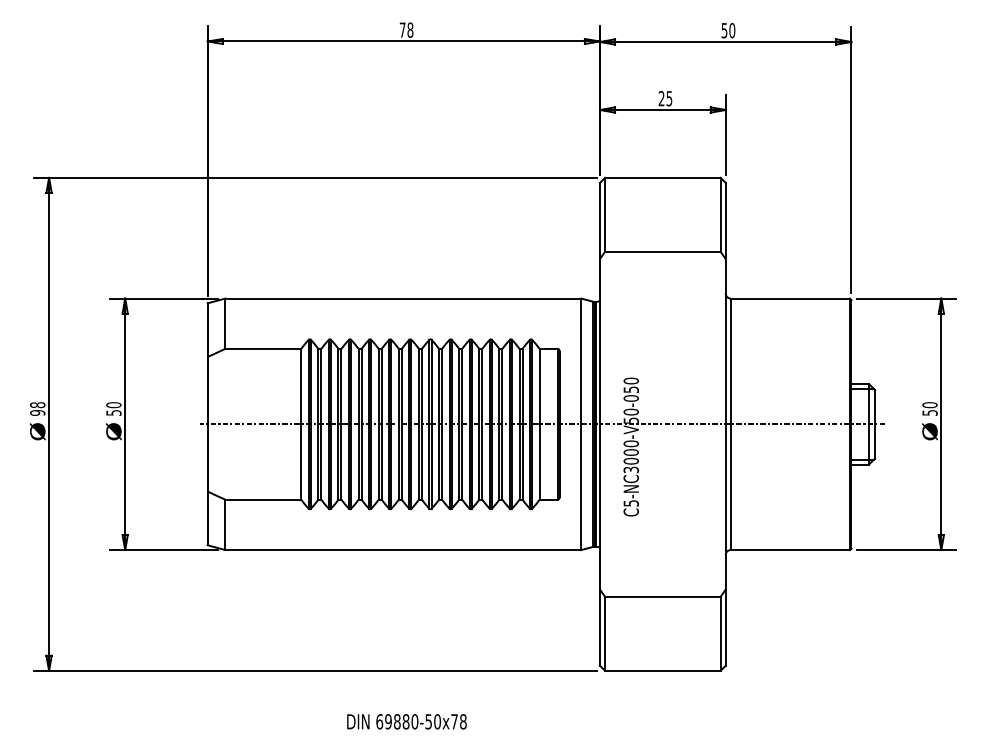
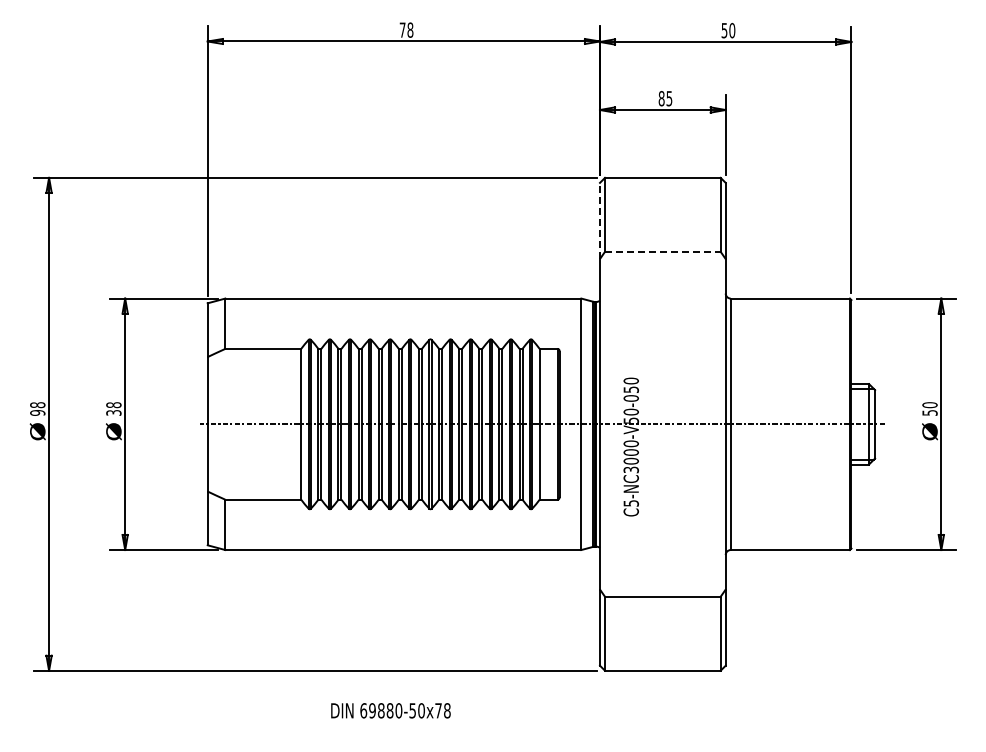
text at (661, 98): 25 -> 85
line at (599, 220): solid -> dashed
line at (662, 251): solid -> dashed
text at (113, 408): 50 -> 38
text at (406, 721) position: (406, 721) -> (390, 710)
